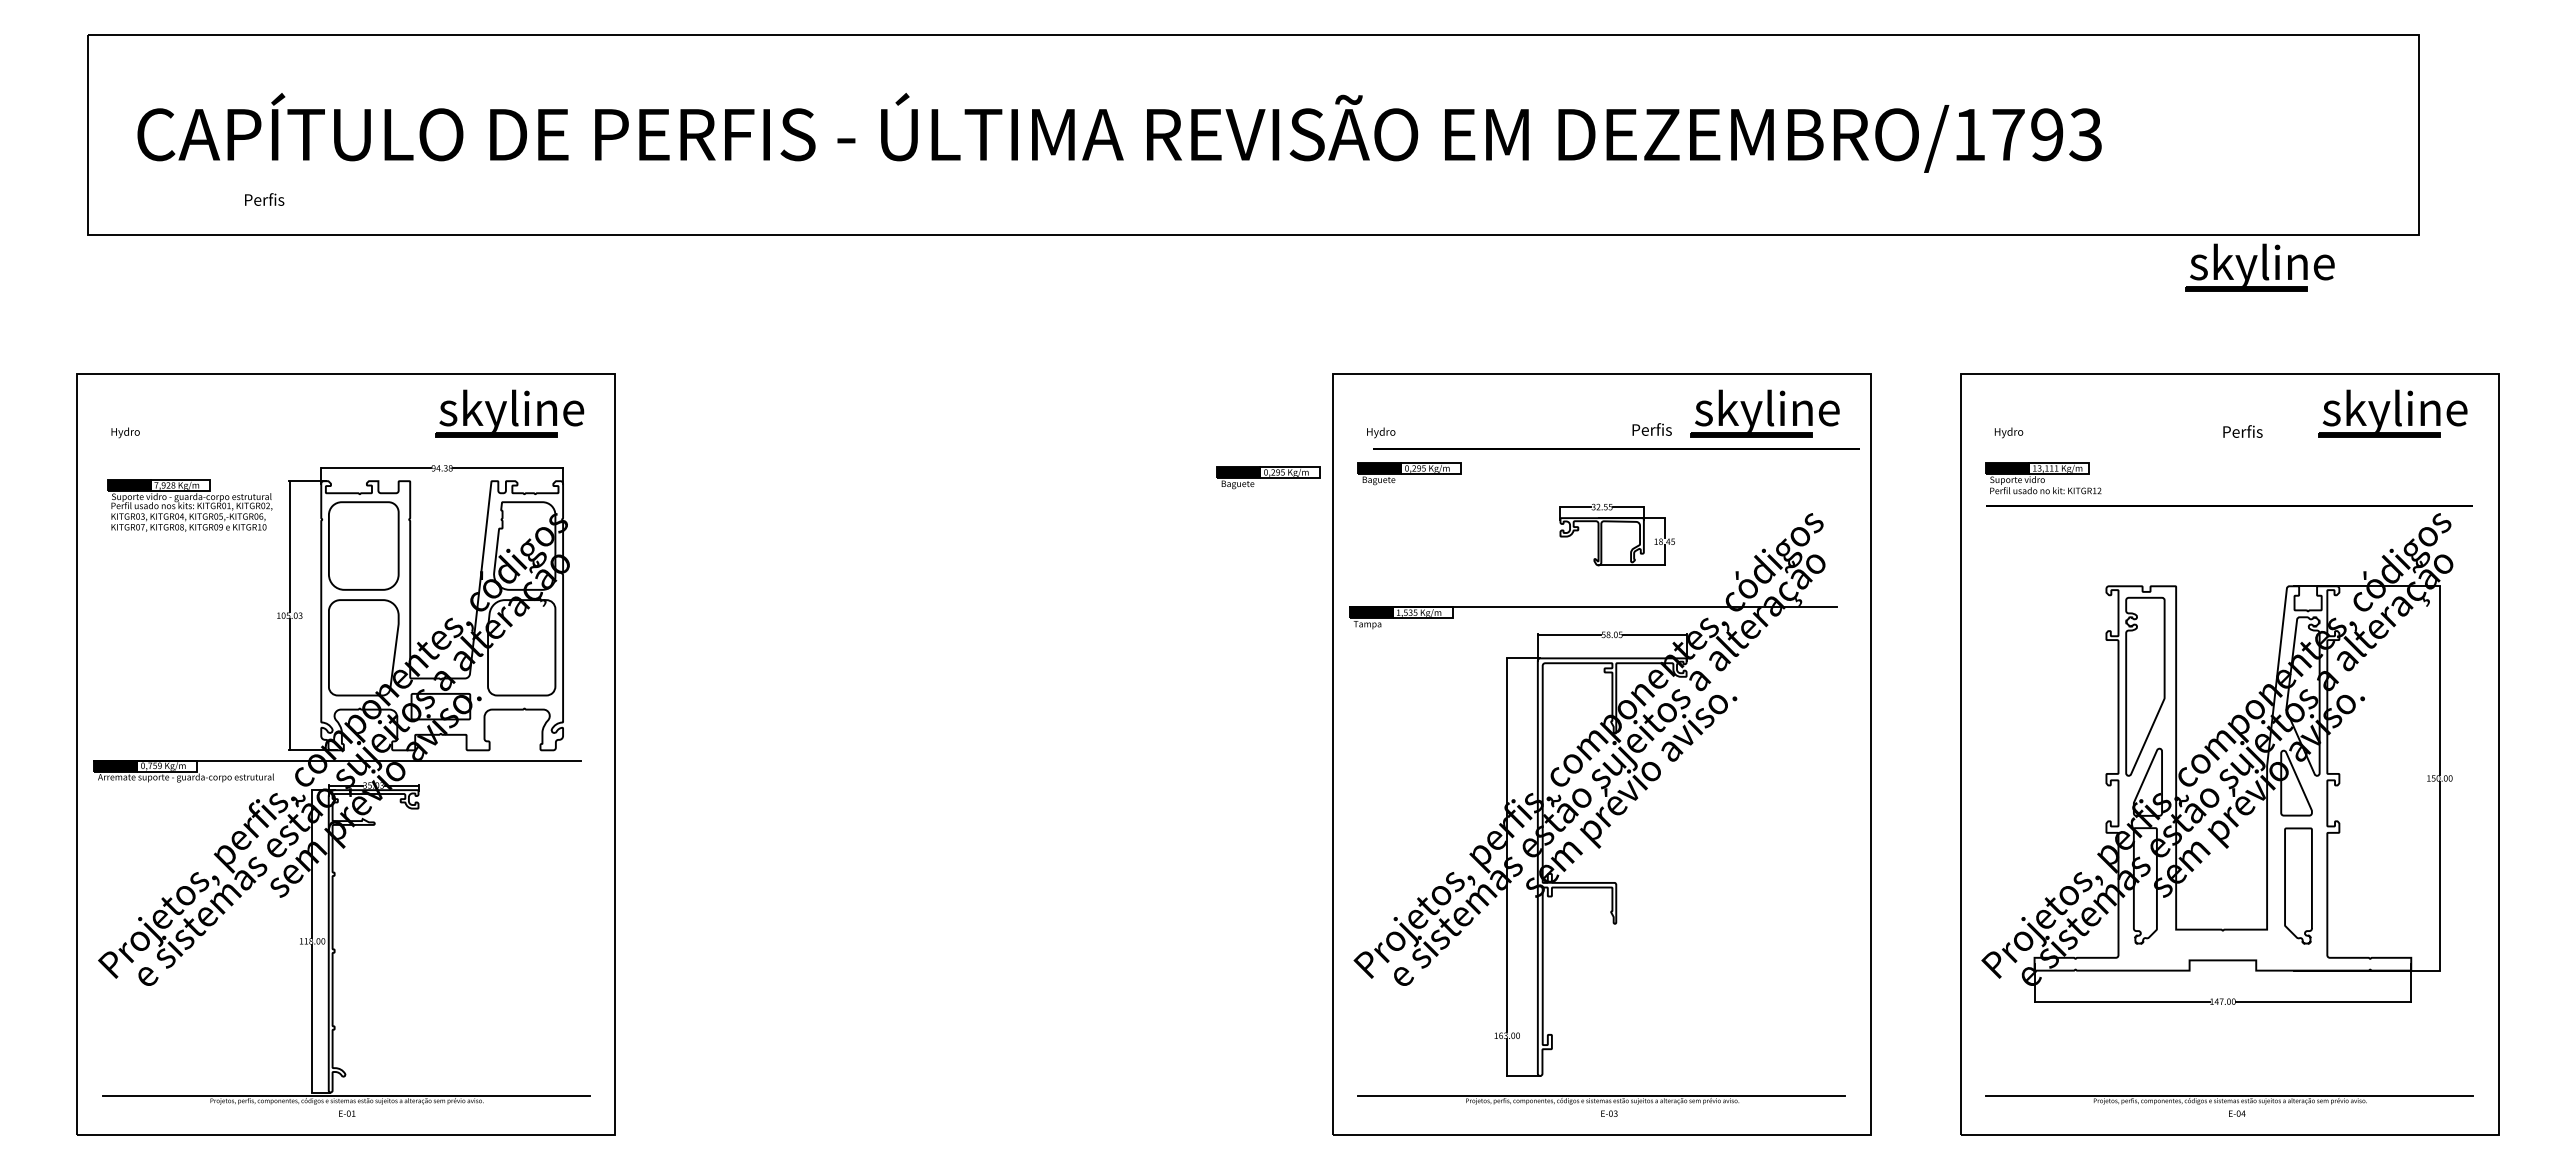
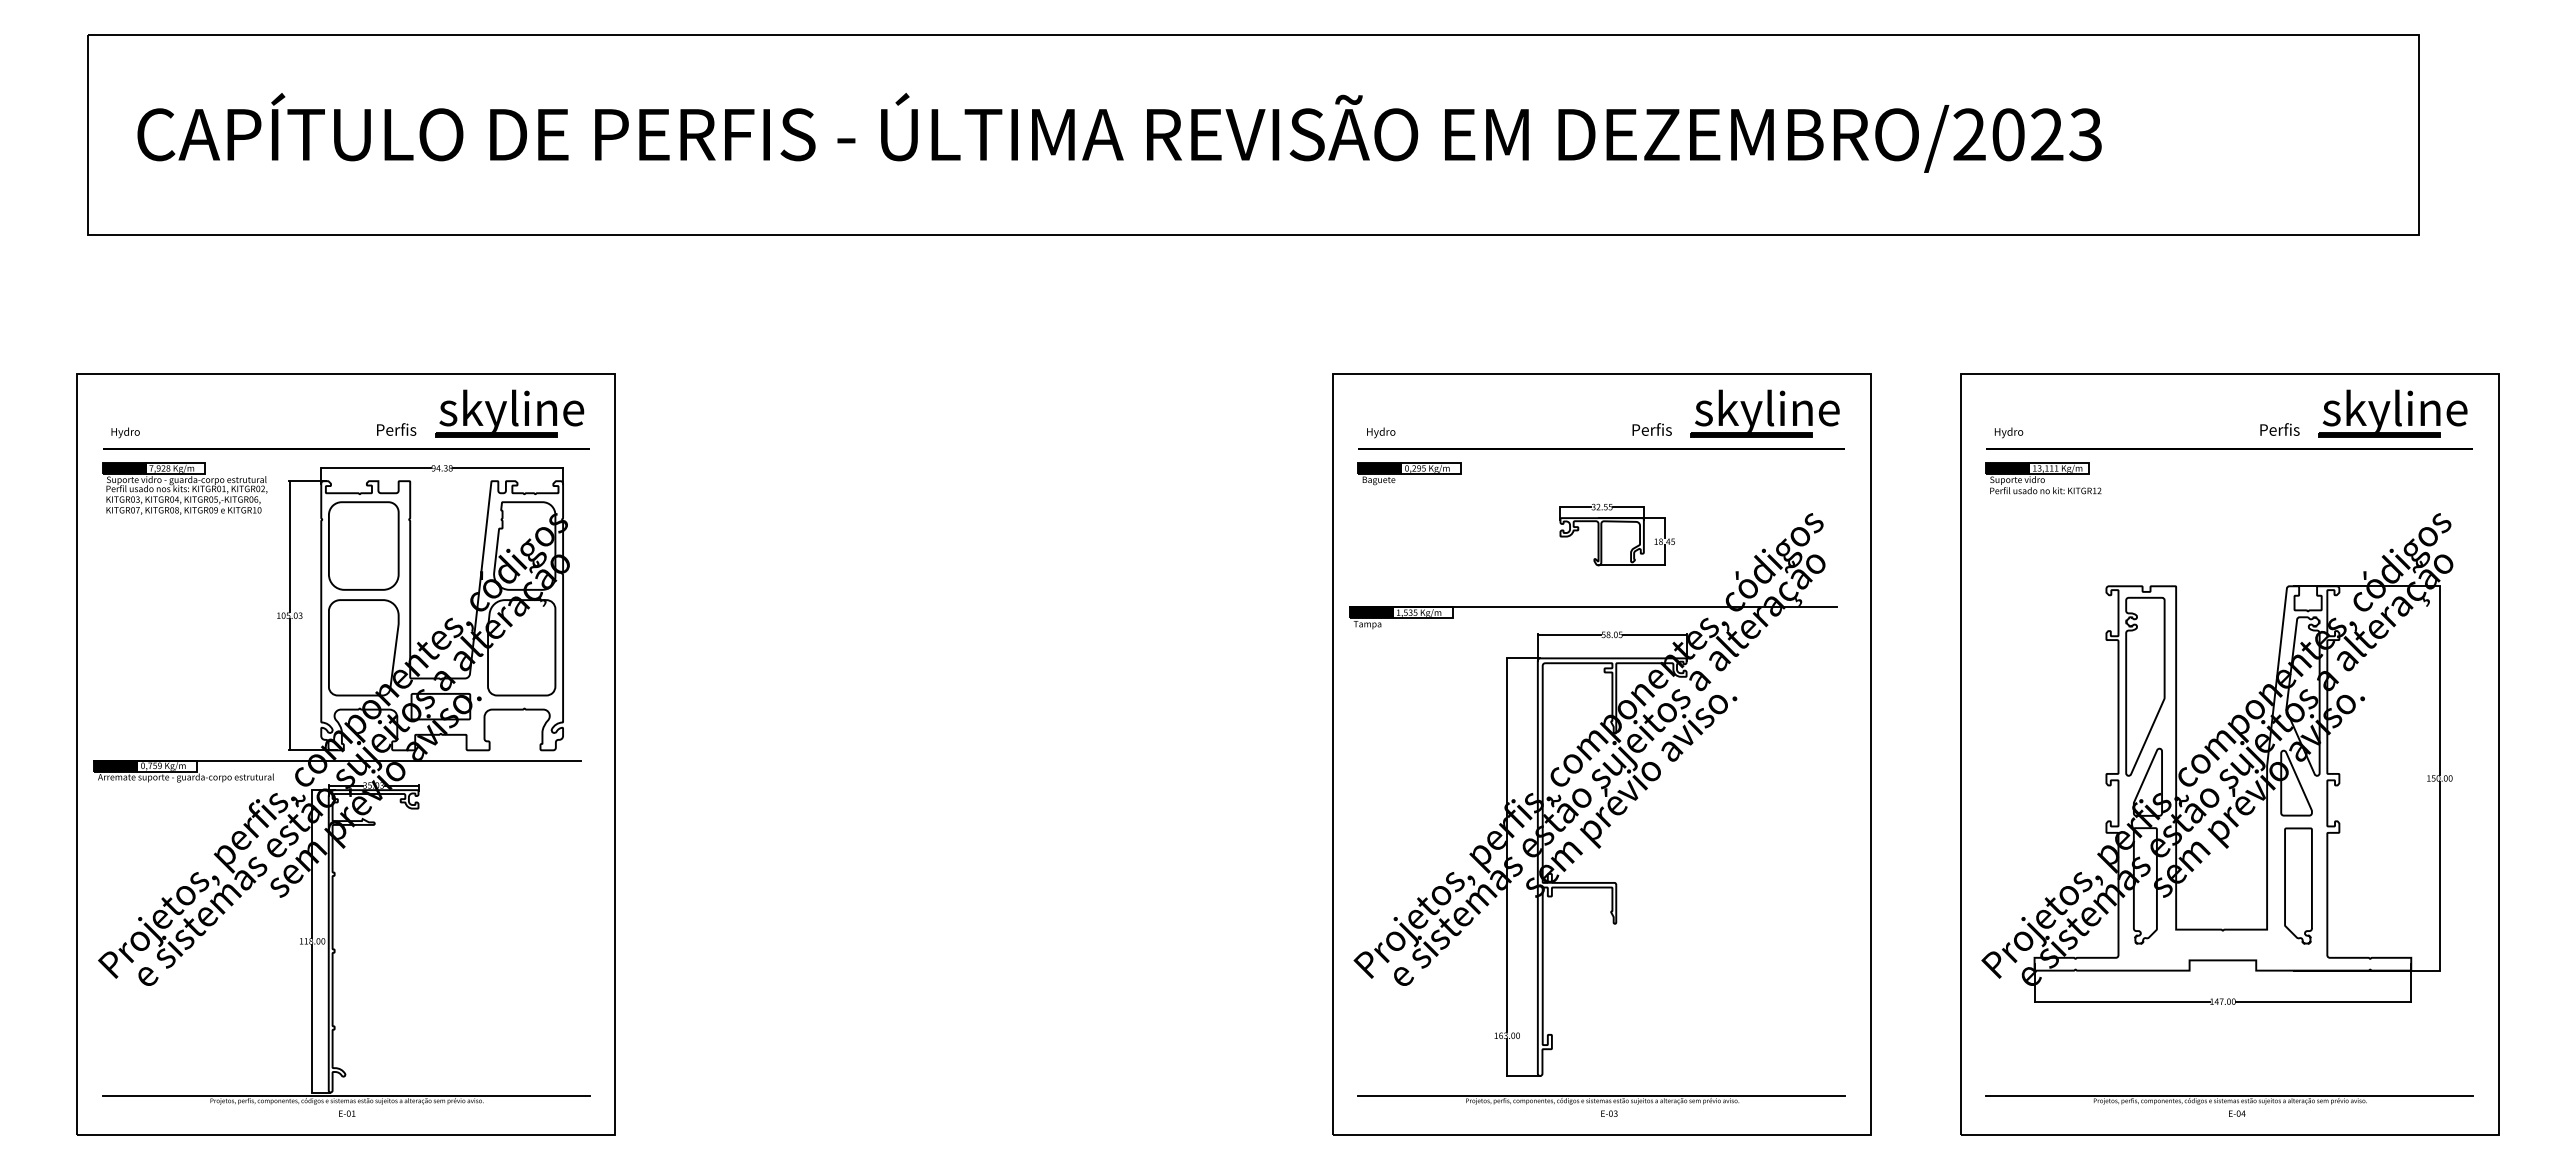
text at (2008, 134): DEZEMBRO/1793 -> DEZEMBRO/2023
text at (264, 199) position: (264, 199) -> (396, 429)
part at (2259, 267): present -> none
text at (2242, 431) position: (2242, 431) -> (2279, 429)
fill at (345, 448): none -> present
line at (1616, 448) position: (1616, 448) -> (1601, 448)
part at (1268, 477): present -> none
part at (189, 505) position: (189, 505) -> (184, 488)
line at (2229, 505) position: (2229, 505) -> (2229, 448)
